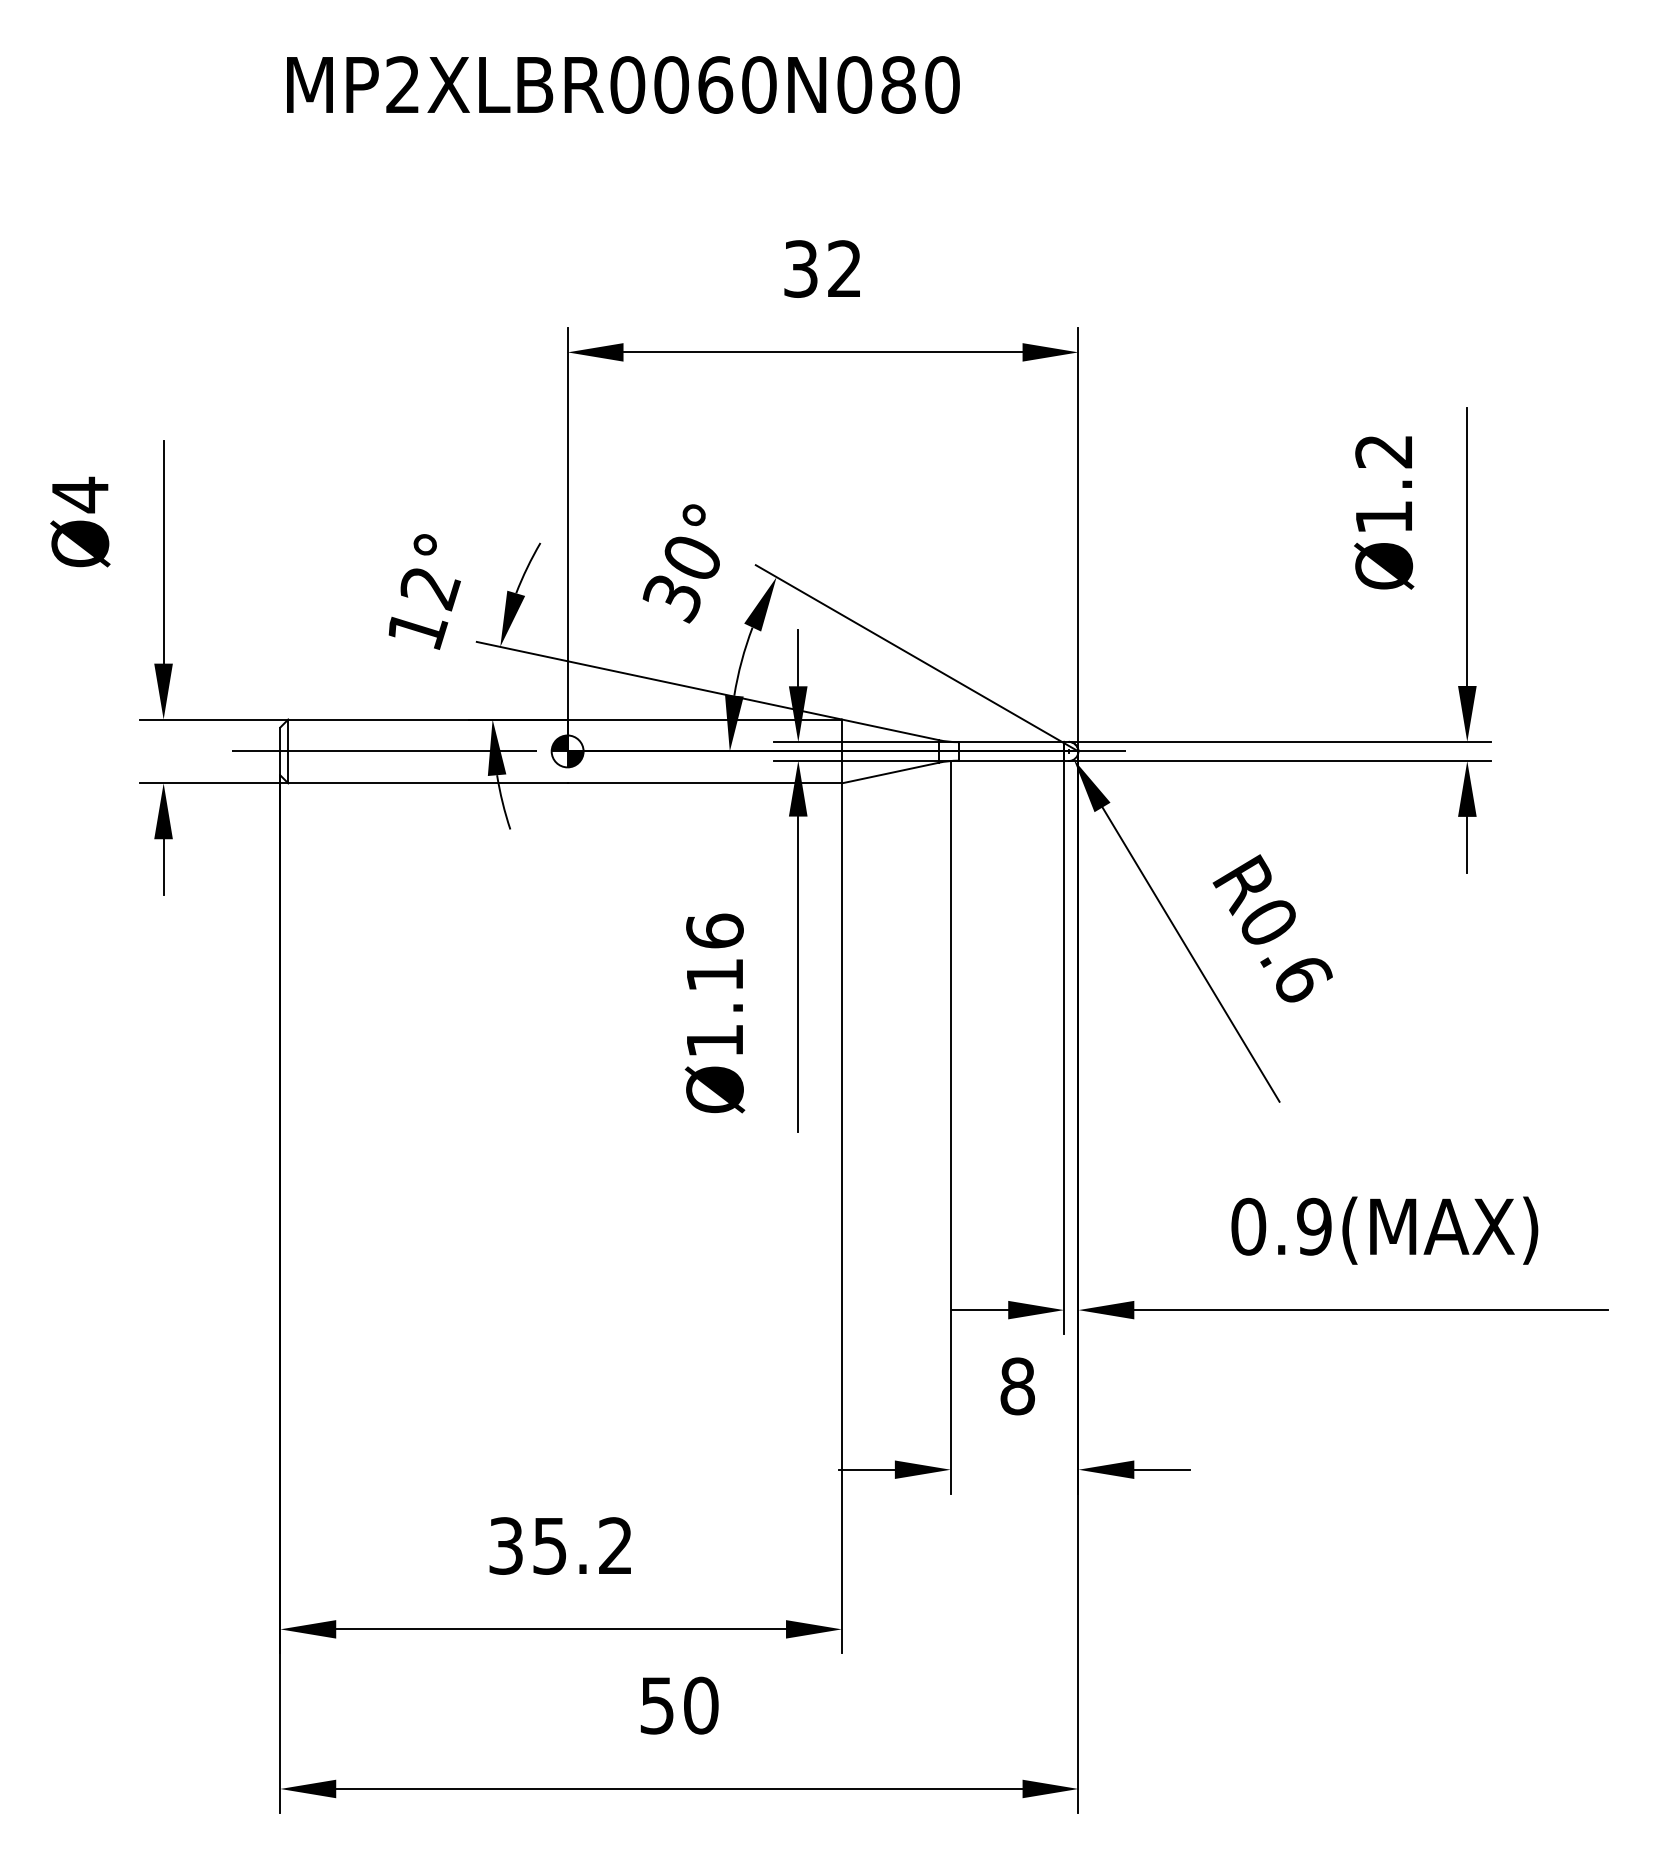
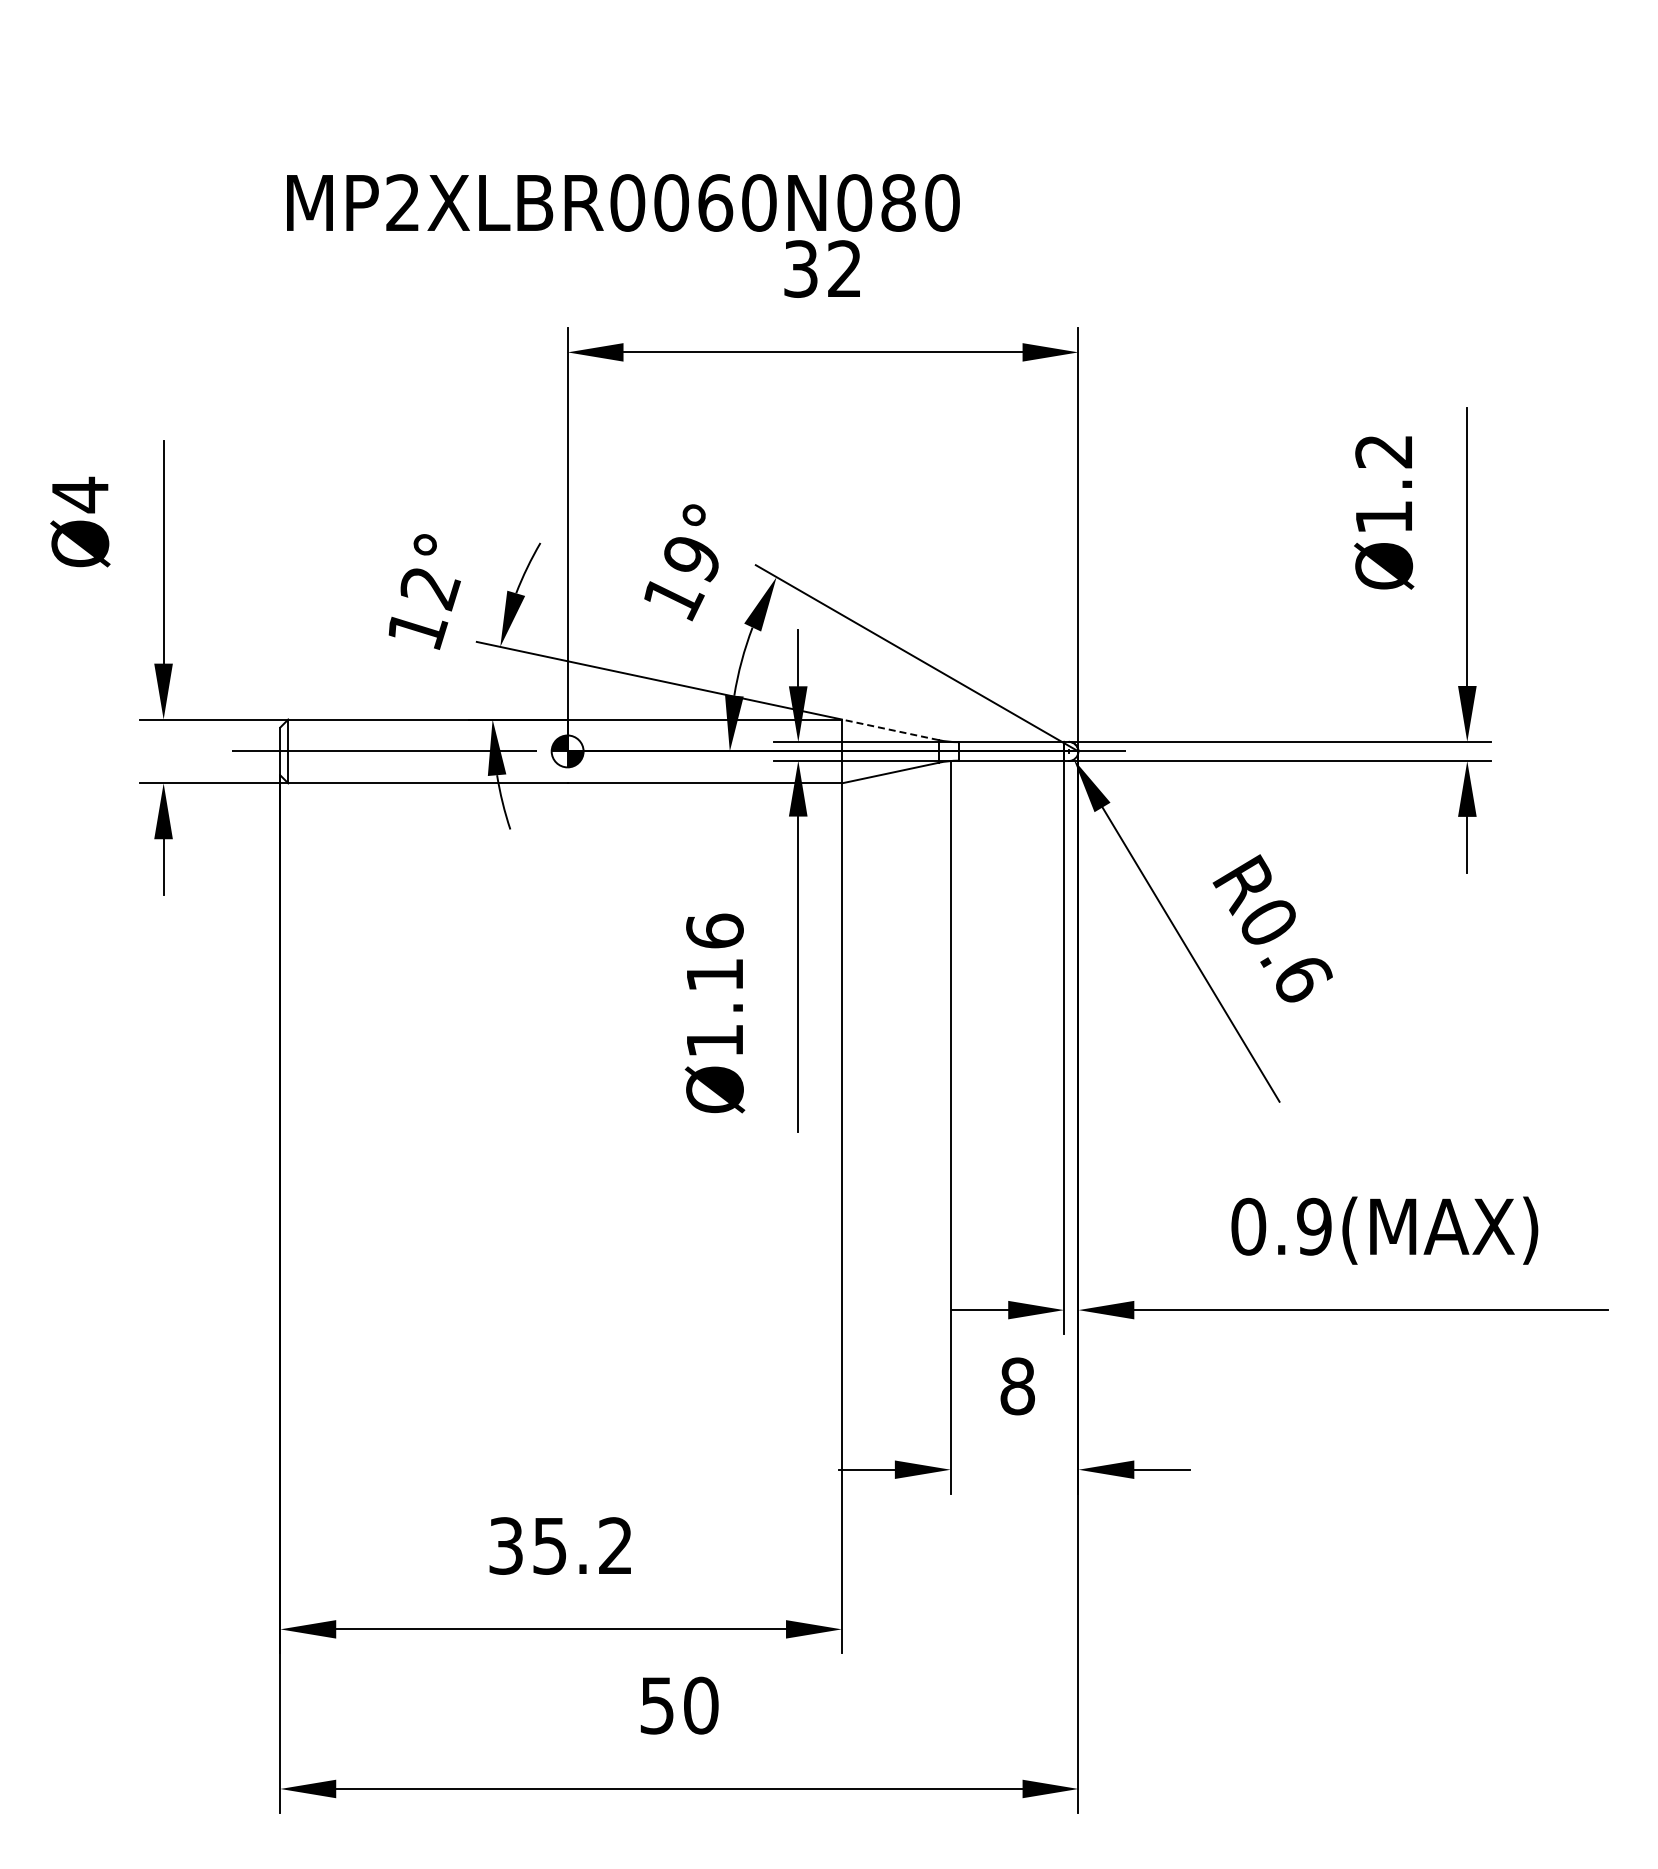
text at (623, 84) position: (623, 84) -> (623, 202)
text at (680, 579): 30° -> 19°
line at (889, 729): solid -> dashed
